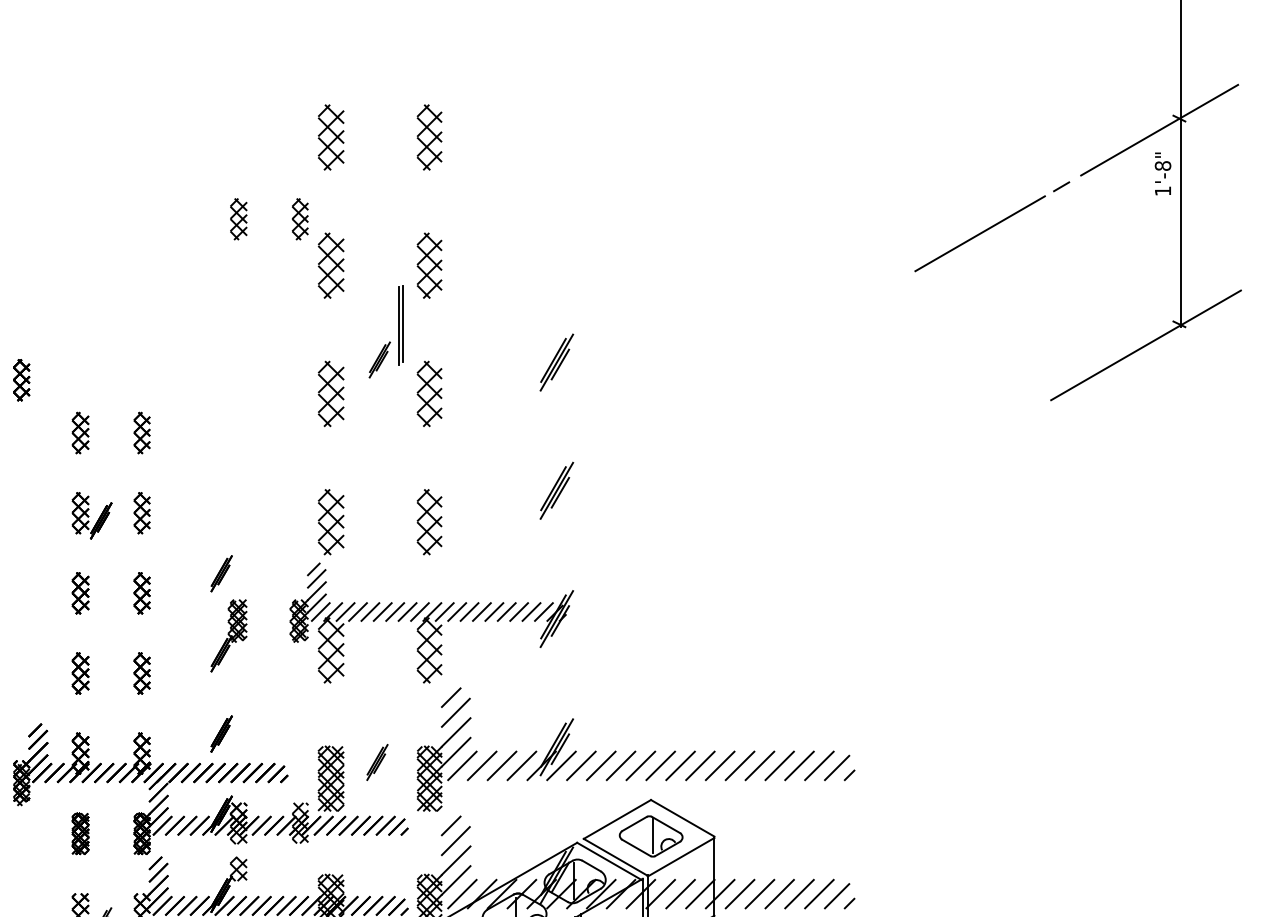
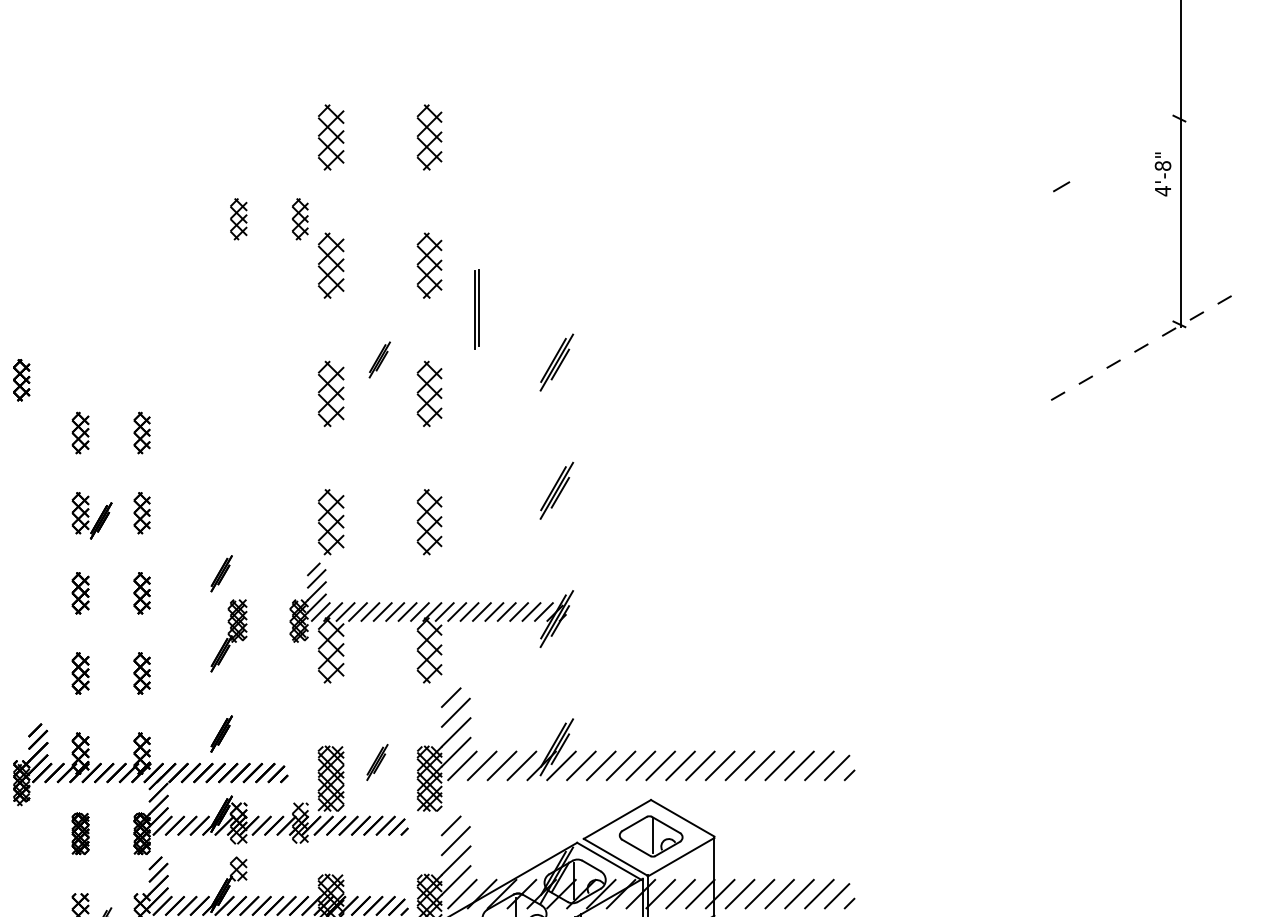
line at (1159, 129): present -> none
text at (1162, 191): 1'-8" -> 4'-8"
line at (979, 233): present -> none
part at (400, 325) position: (400, 325) -> (476, 309)
line at (1146, 345): solid -> dashed
